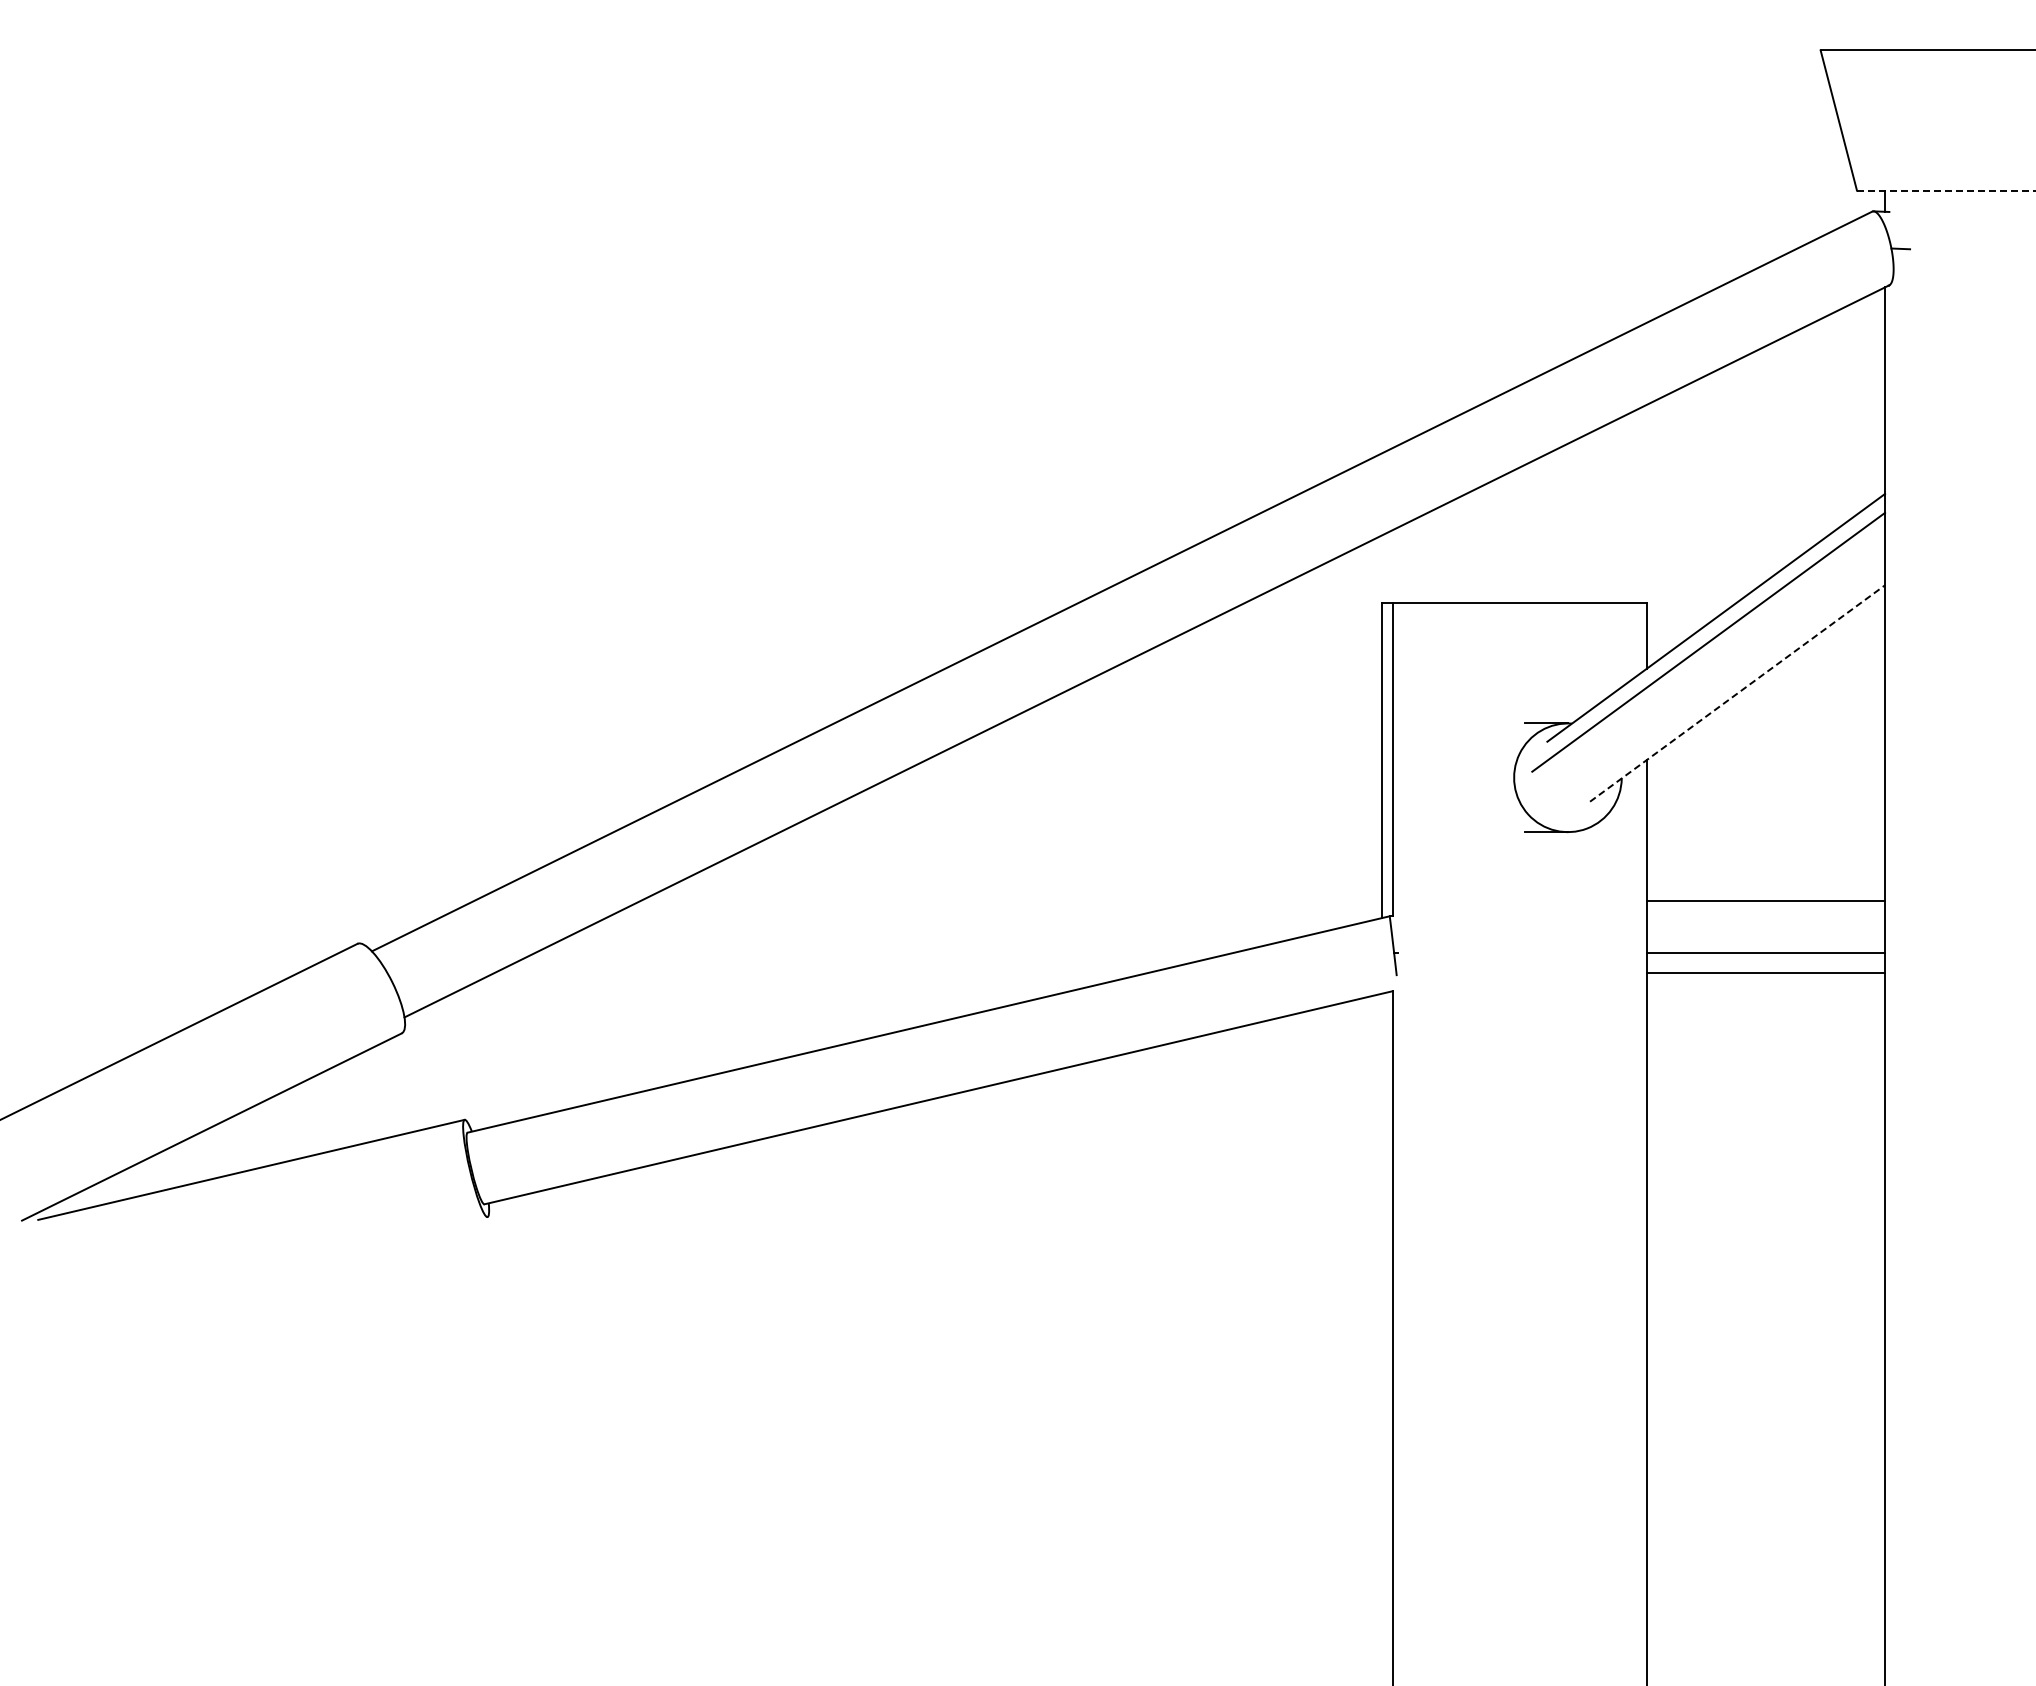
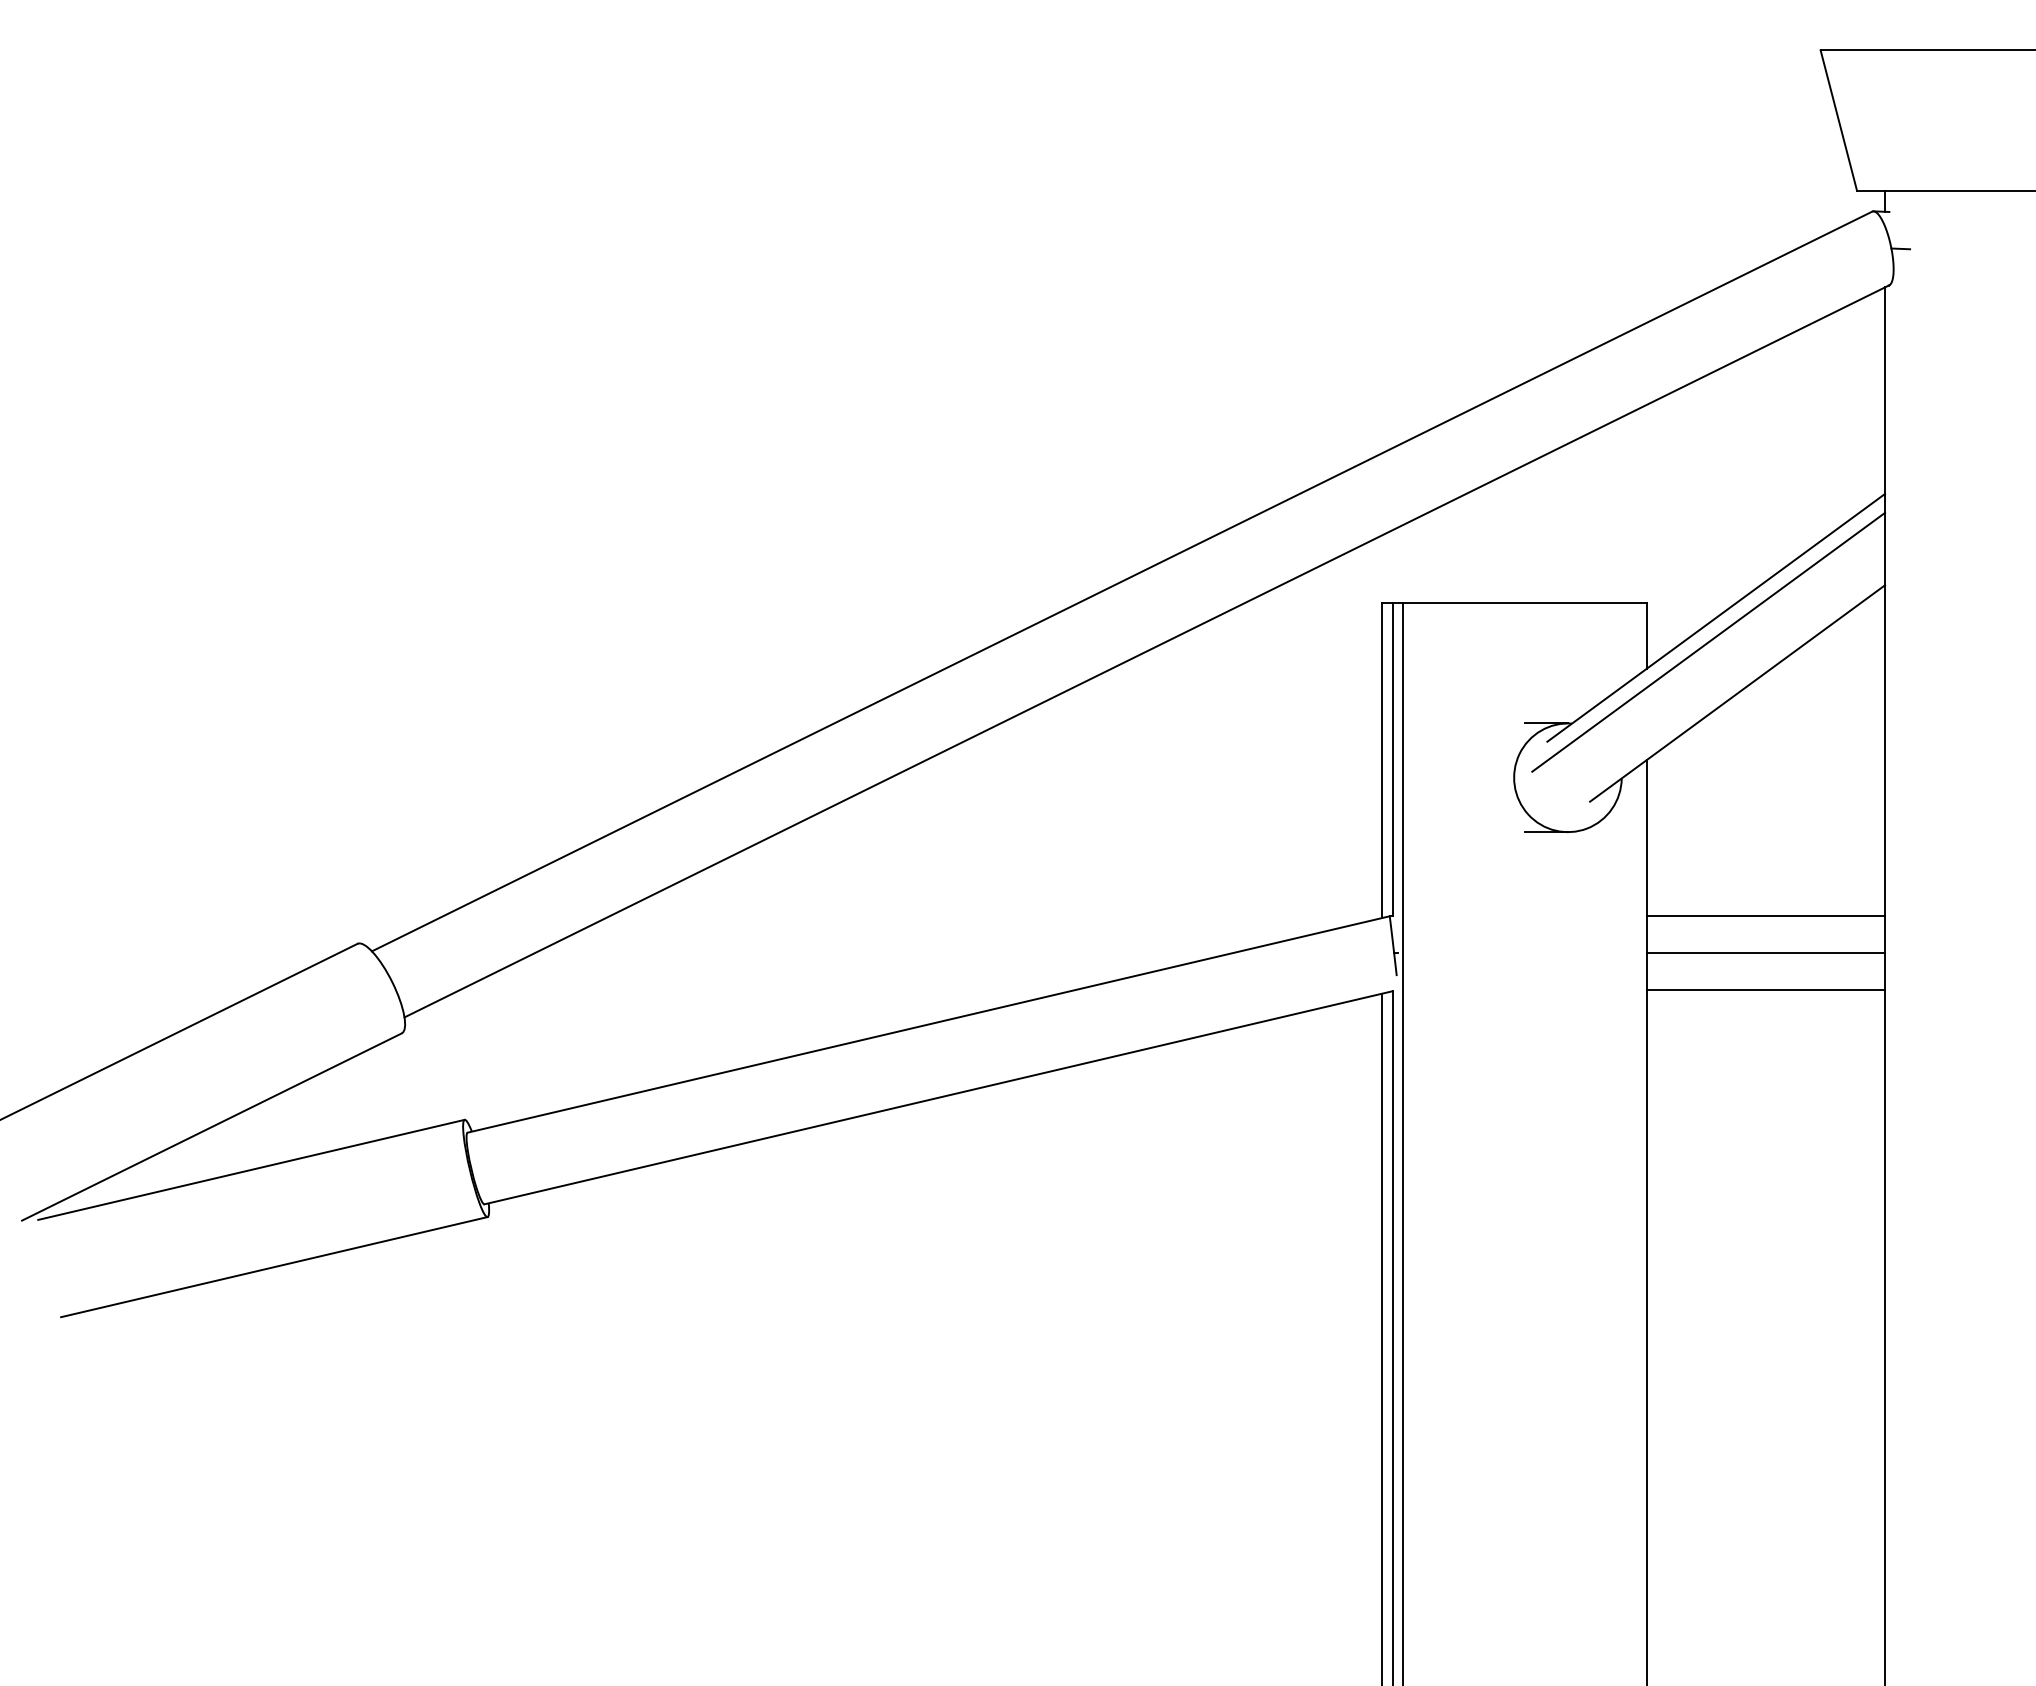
line at (1946, 190): dashed -> solid
line at (1737, 693): dashed -> solid
line at (1765, 901) position: (1765, 901) -> (1765, 916)
line at (1765, 972) position: (1765, 972) -> (1765, 989)
line at (1403, 1142): none -> present
line at (274, 1267): none -> present
line at (1382, 1337): none -> present
